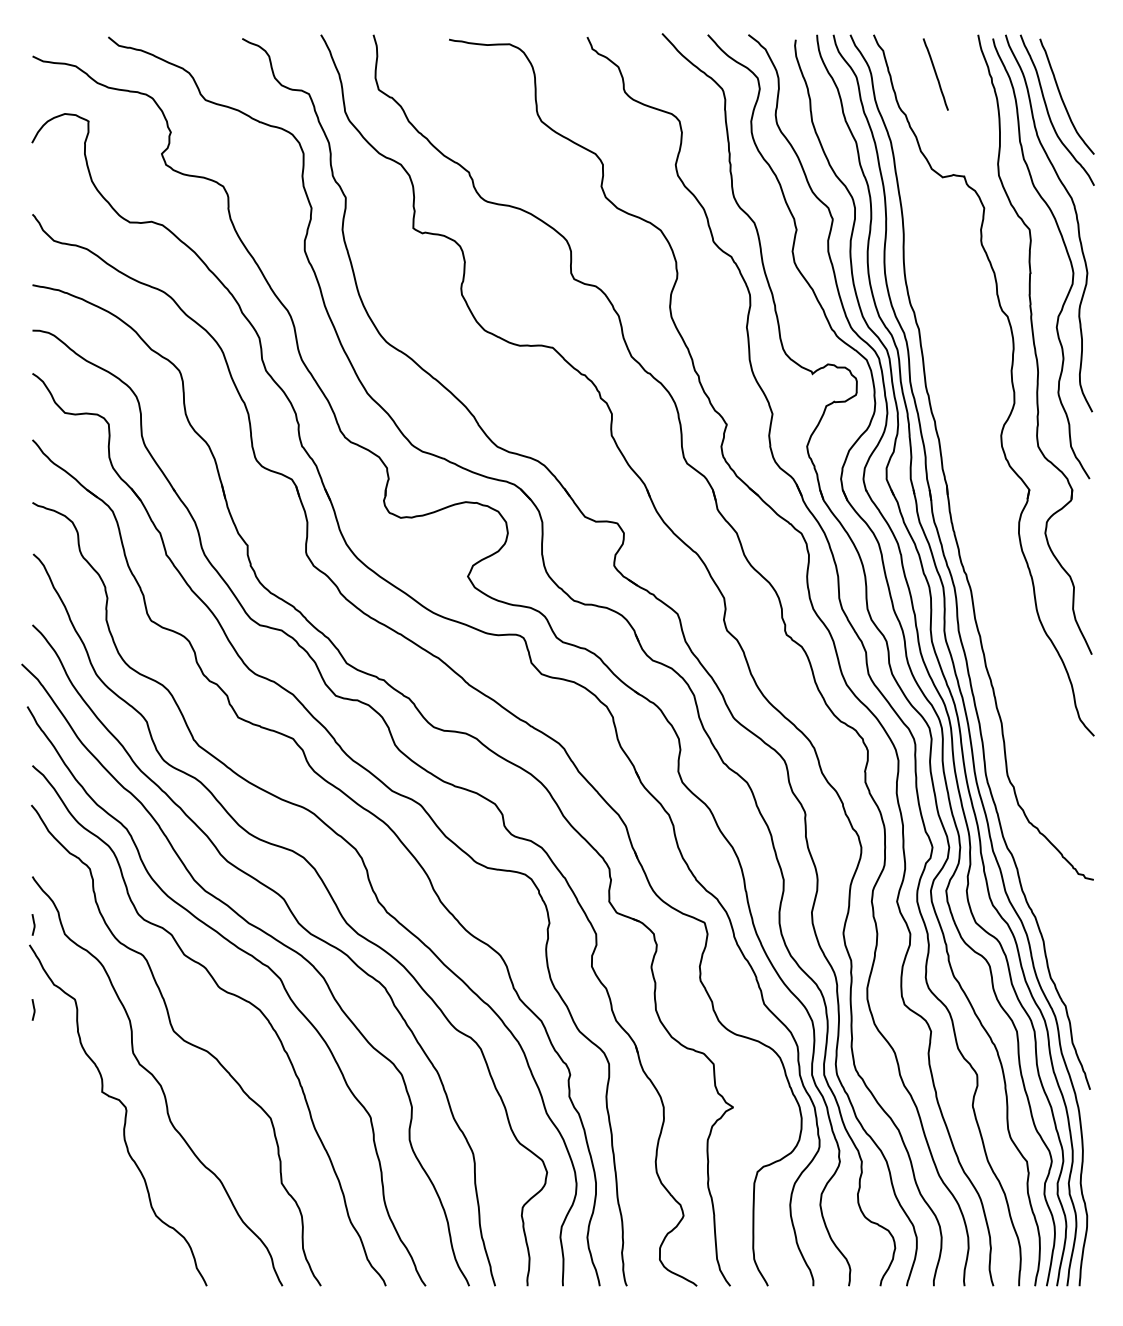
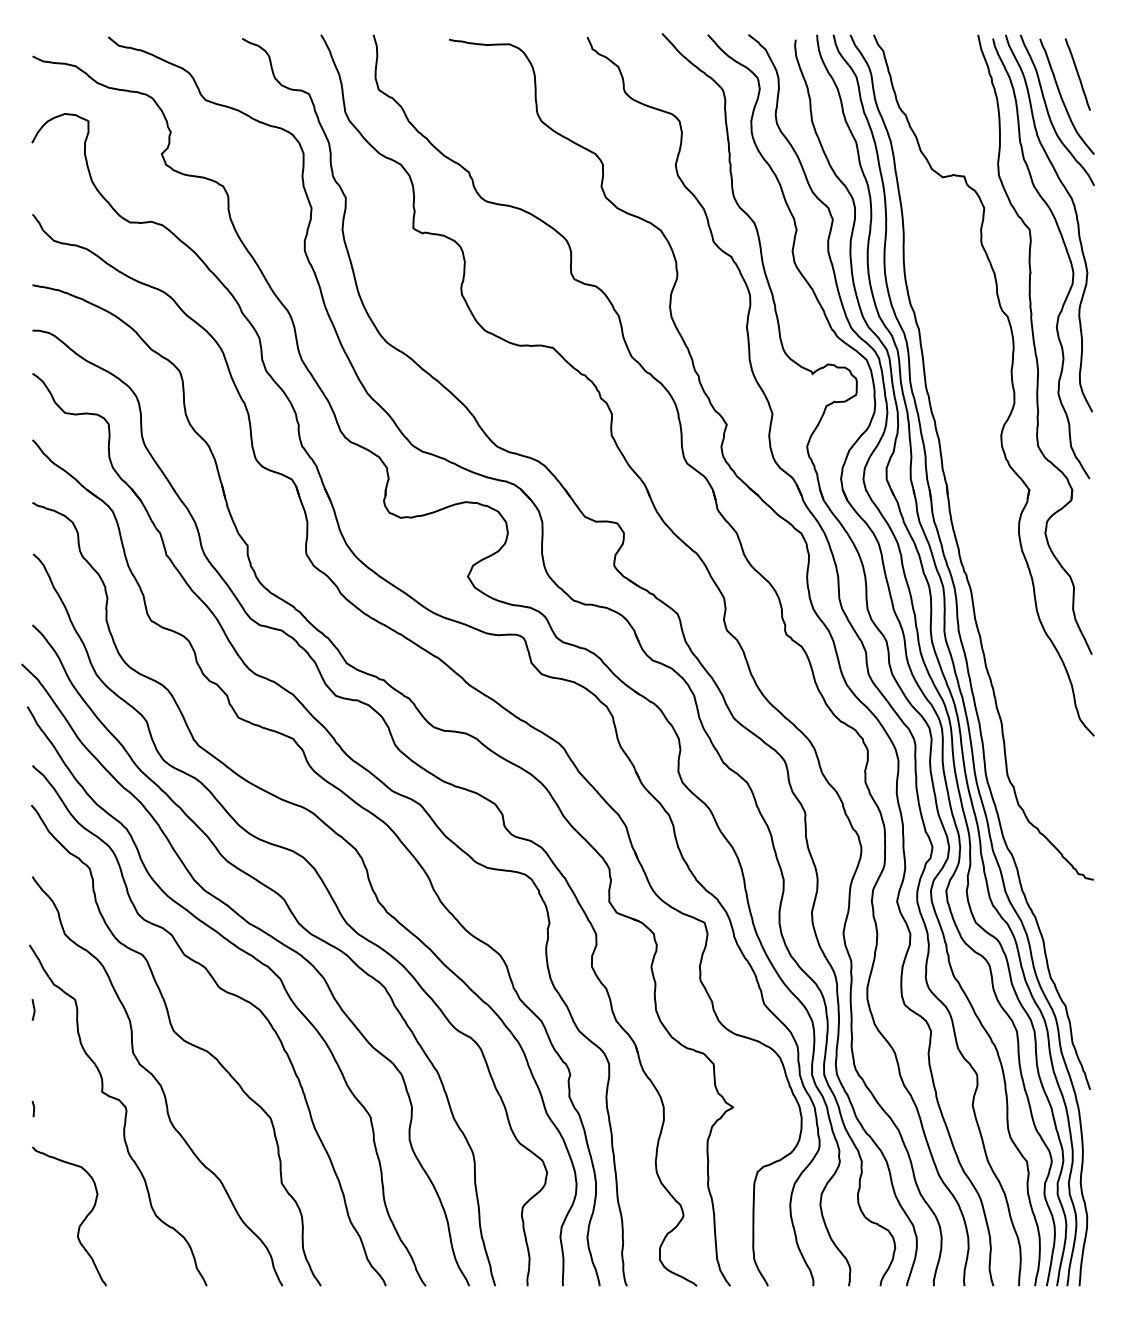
line at (935, 74) position: (935, 74) -> (1077, 74)
line at (33, 924): present -> none
line at (33, 1109): none -> present
curve at (79, 1224): none -> present
